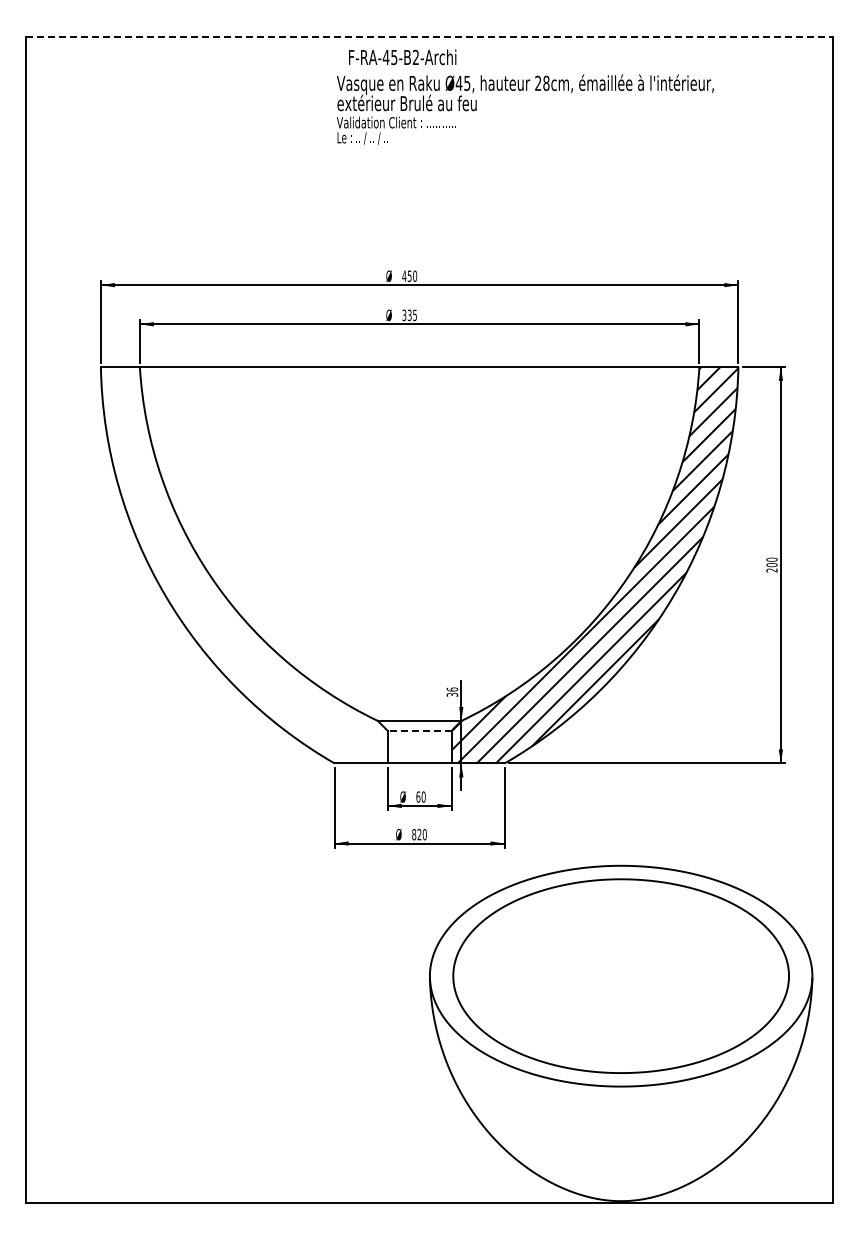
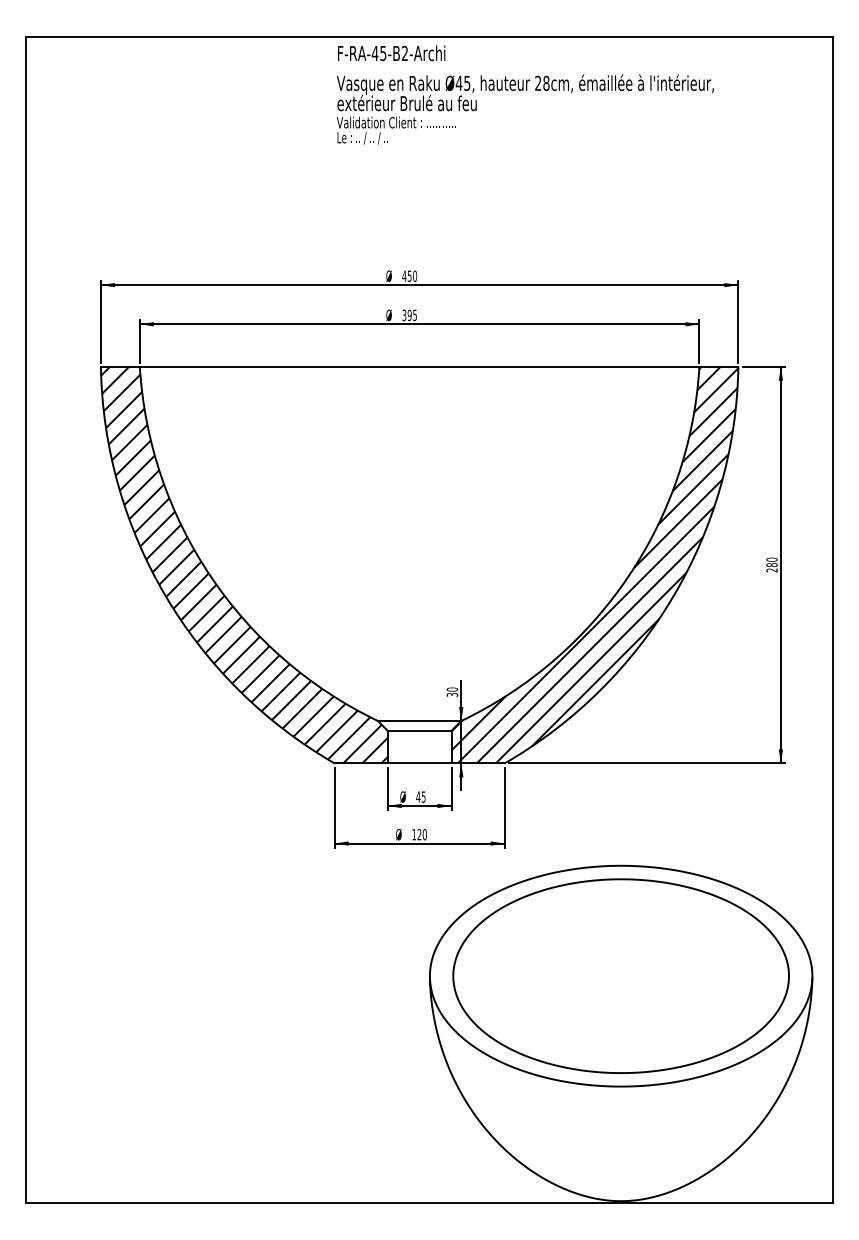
line at (429, 37): dashed -> solid
text at (402, 57) position: (402, 57) -> (391, 53)
text at (409, 314): 335 -> 395
hatch at (244, 564): none -> present
text at (772, 565): 200 -> 280
text at (451, 689): 36 -> 30
line at (419, 730): dashed -> solid
text at (420, 796): 60 -> 45
text at (414, 834): 820 -> 120
